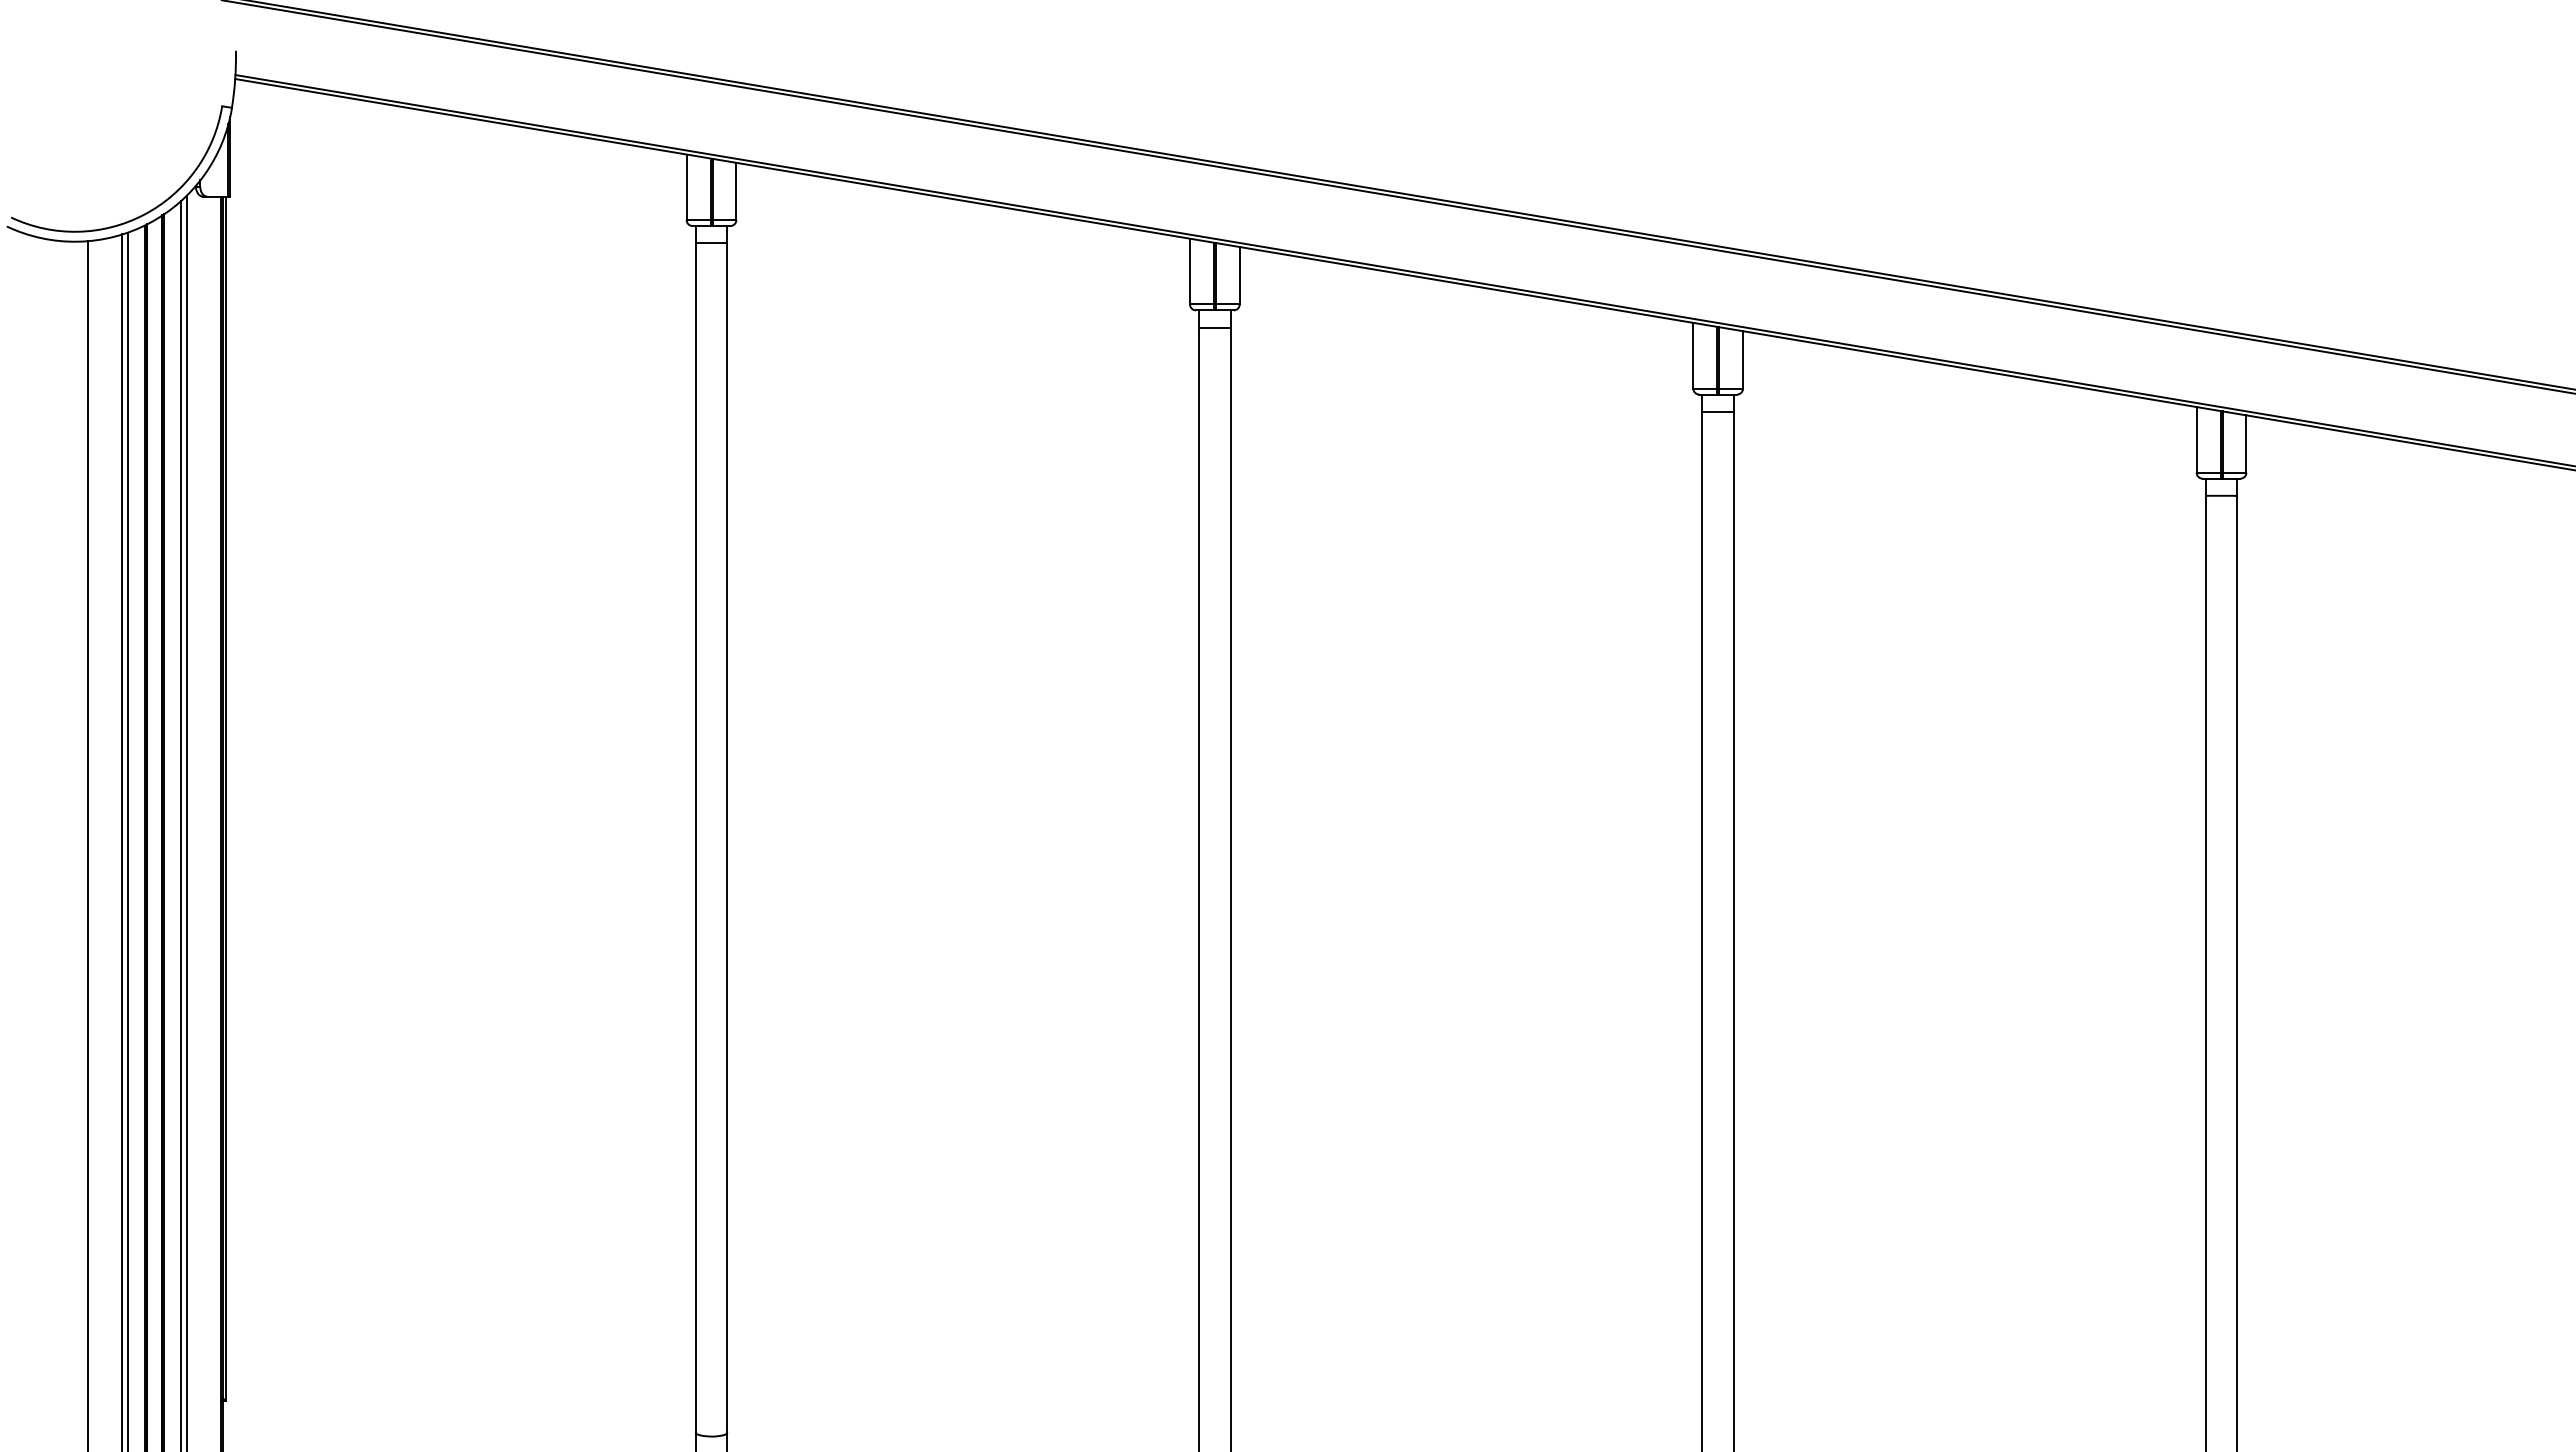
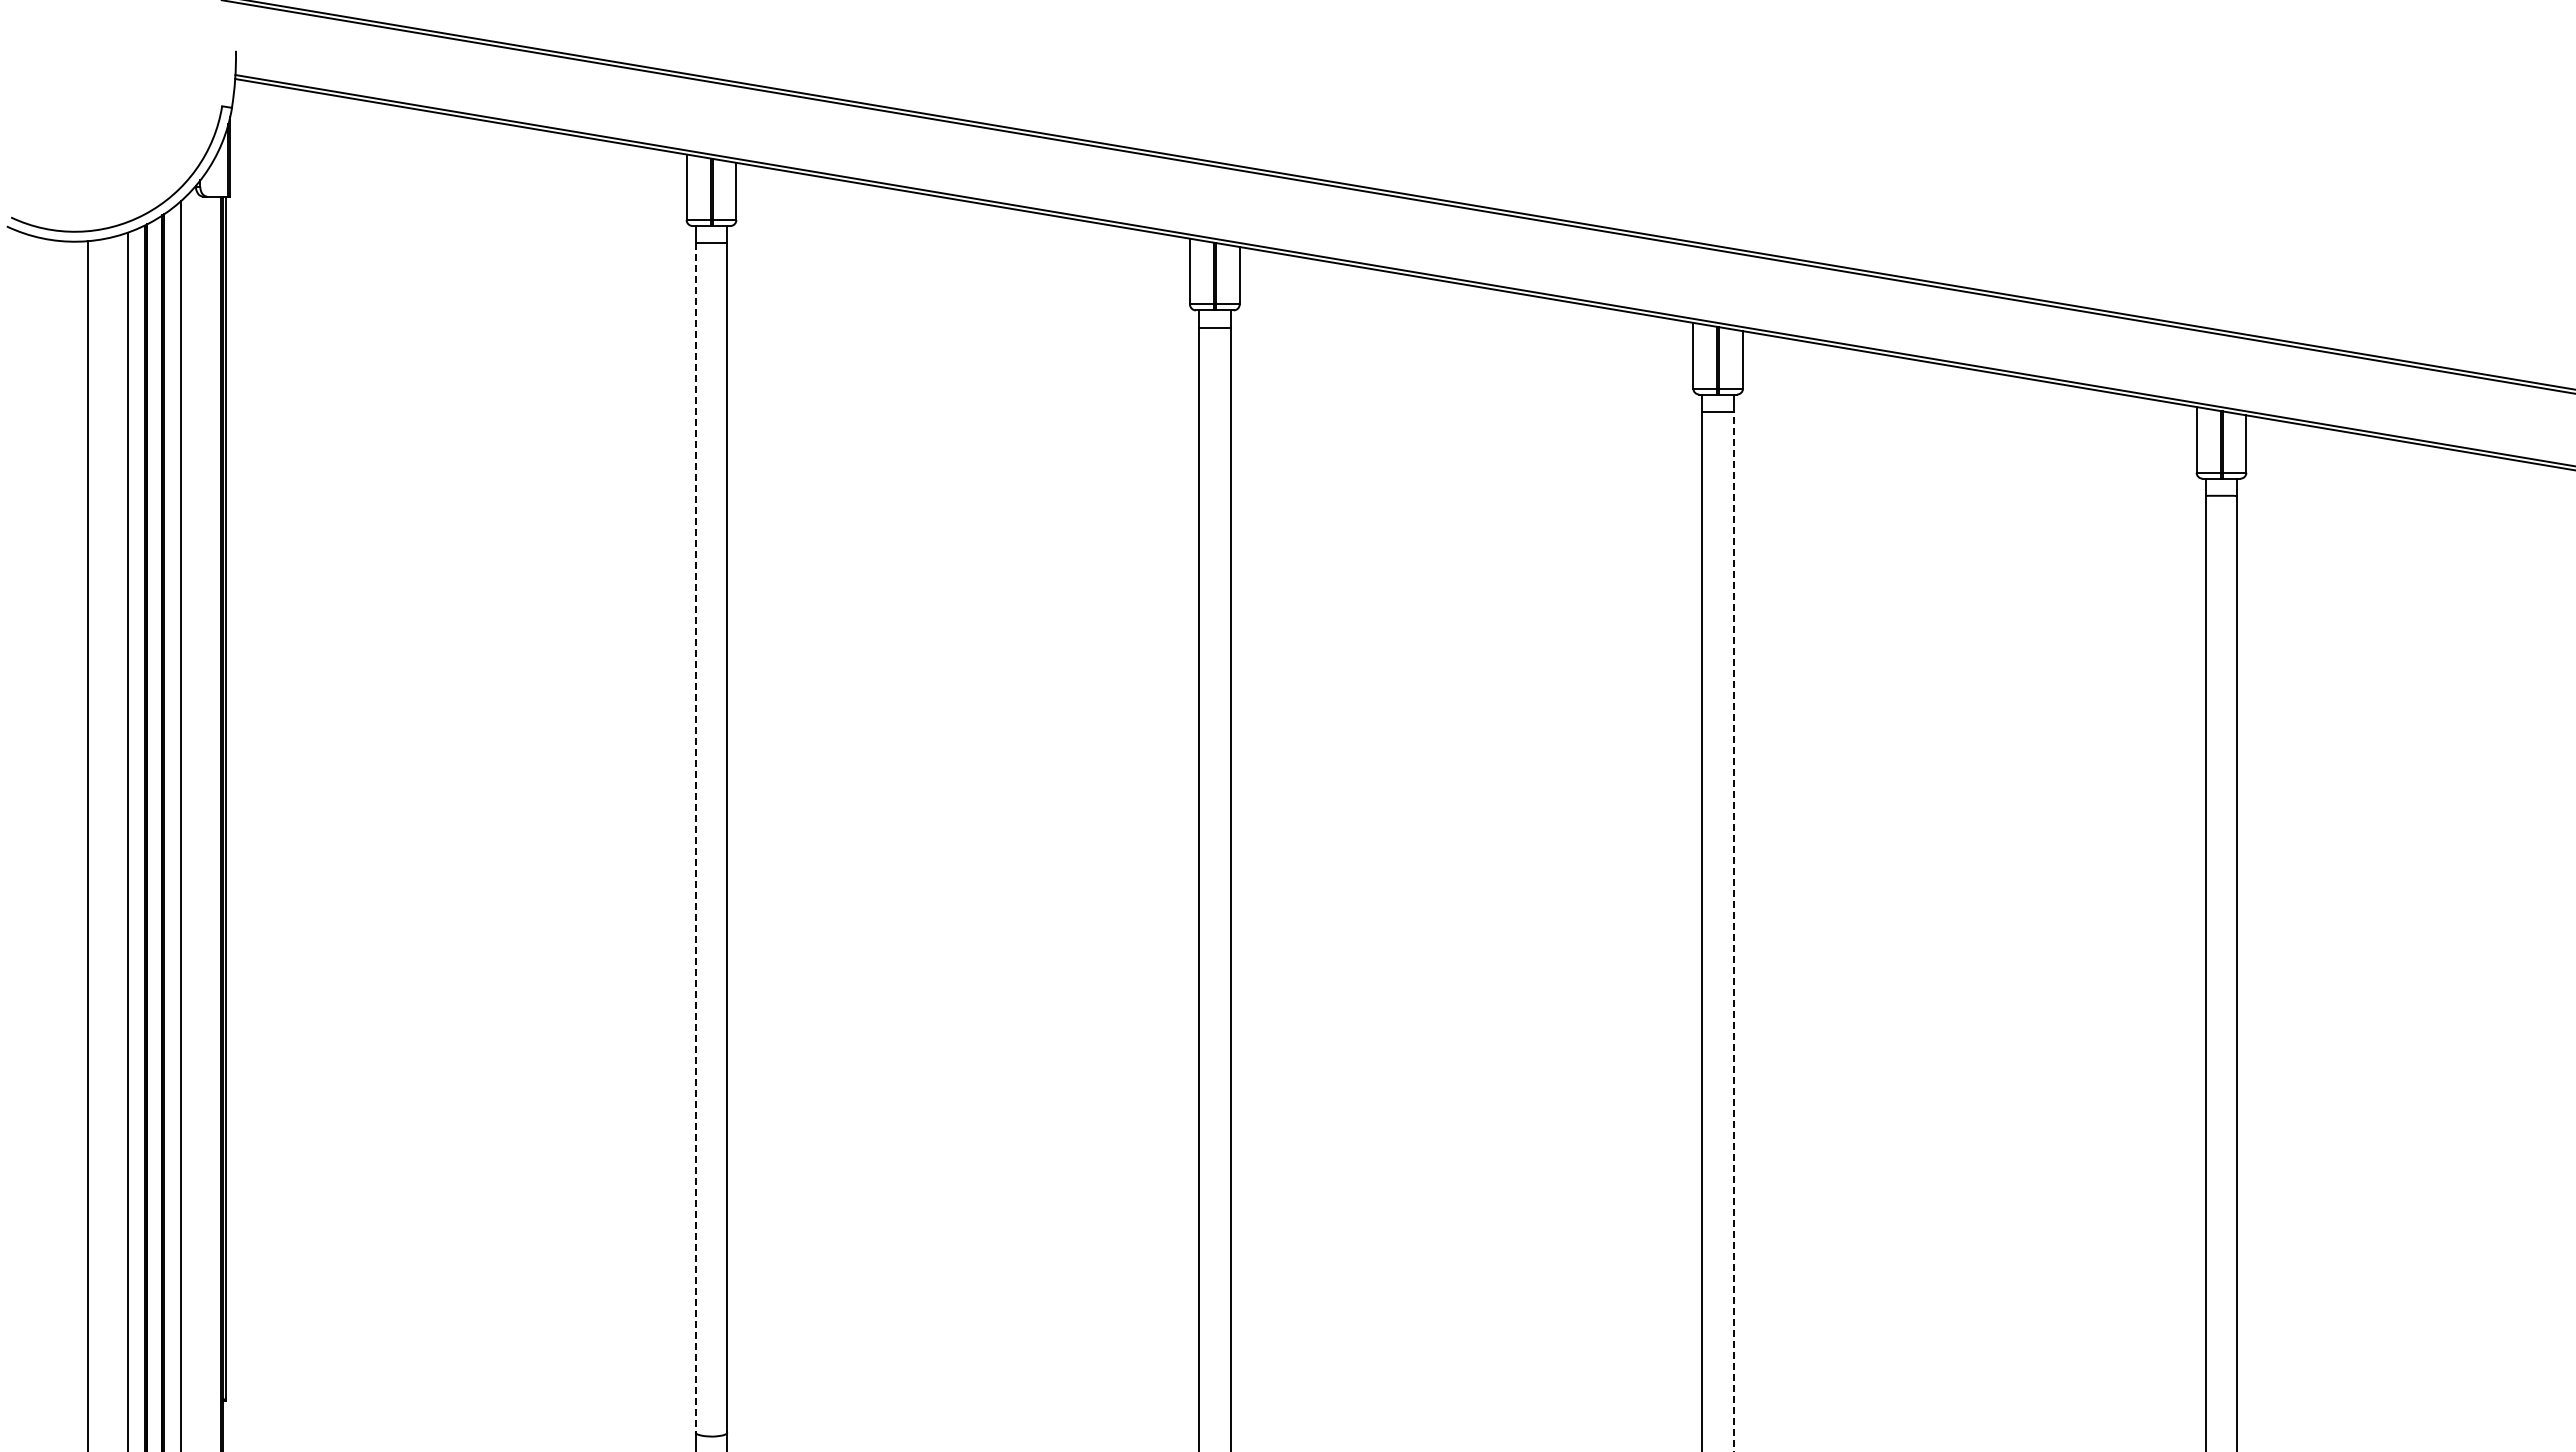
line at (186, 821): present -> none
line at (695, 837): solid -> dashed
line at (122, 841): present -> none
line at (1734, 931): solid -> dashed
